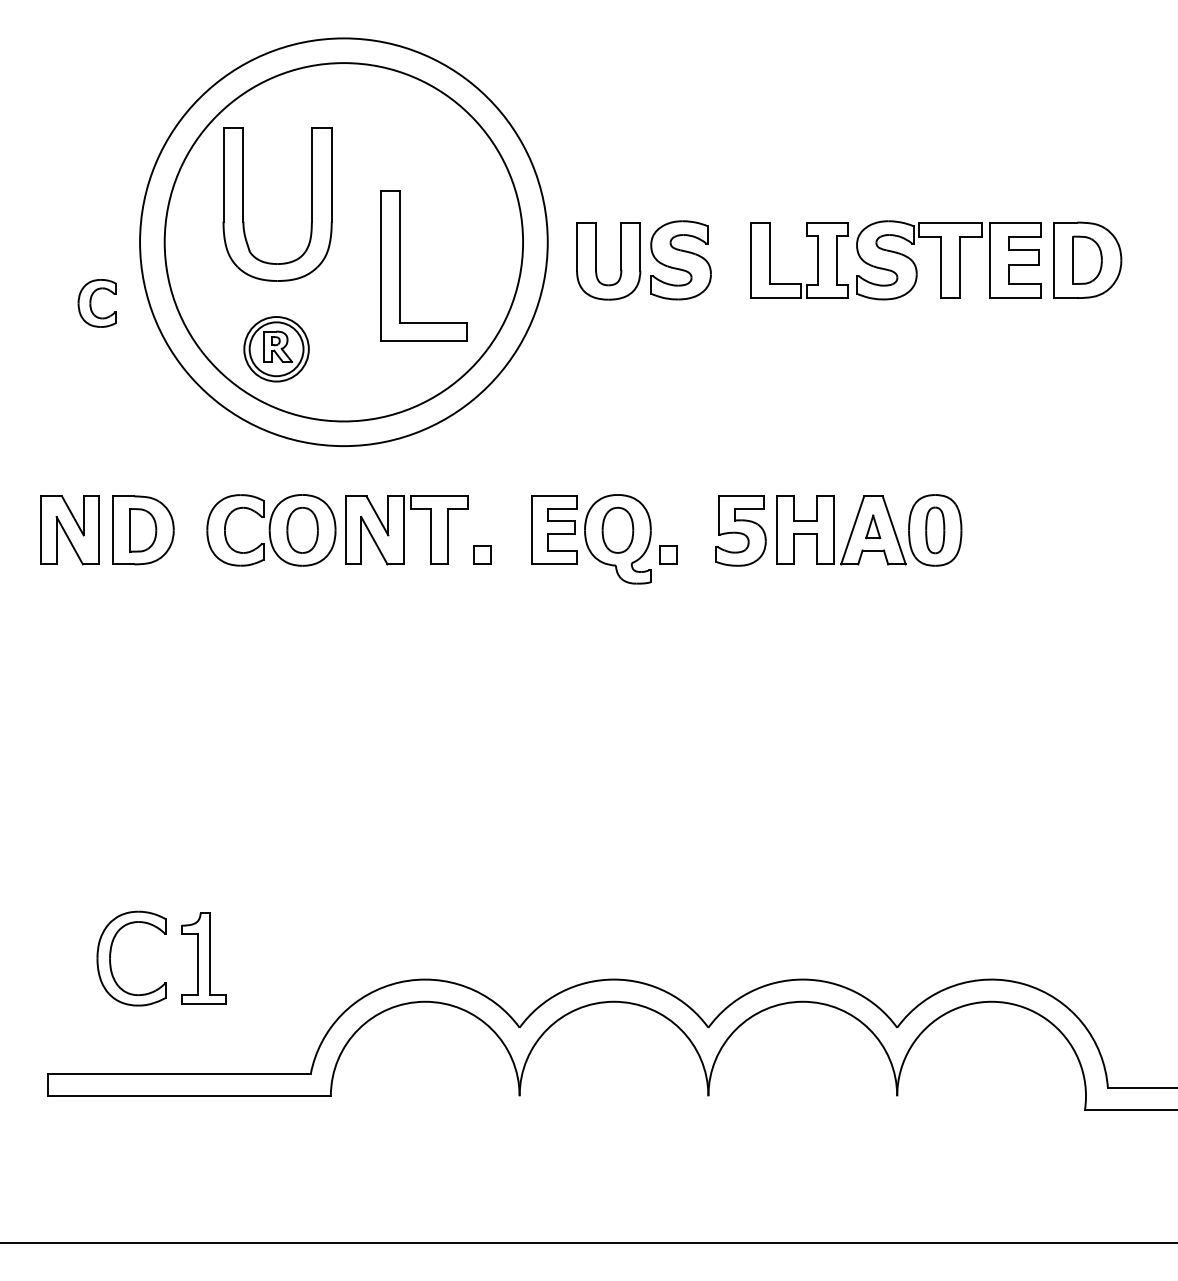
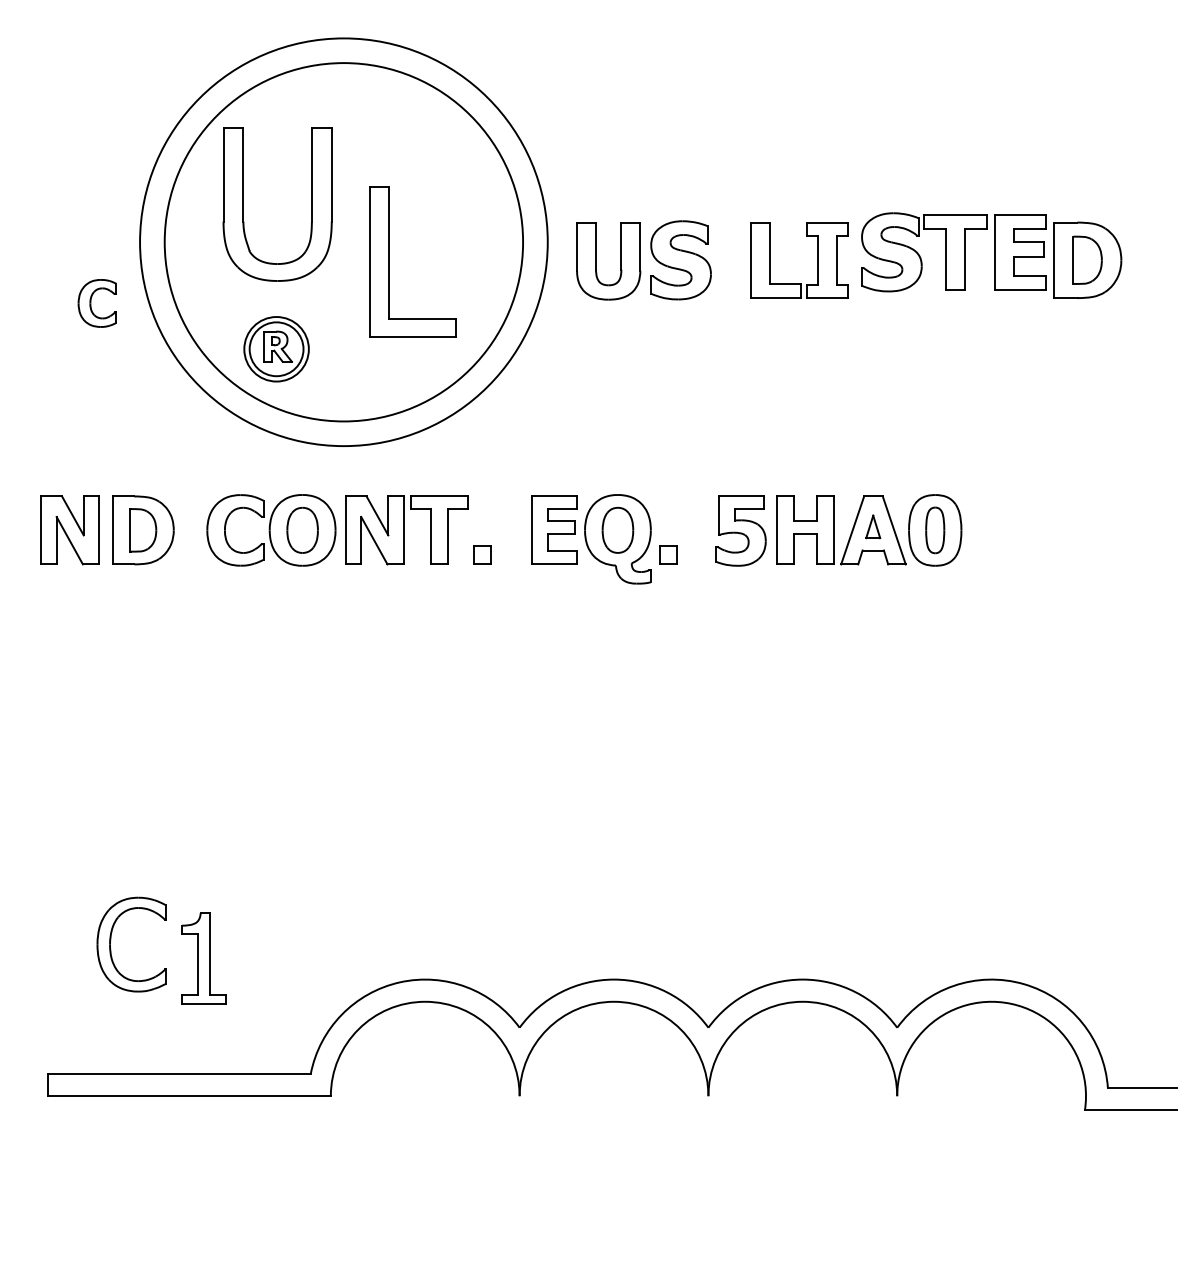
part at (948, 260) position: (948, 260) -> (953, 252)
part at (400, 265) position: (400, 265) -> (389, 261)
part at (111, 953) position: (111, 953) -> (111, 939)
line at (588, 1242): present -> none
